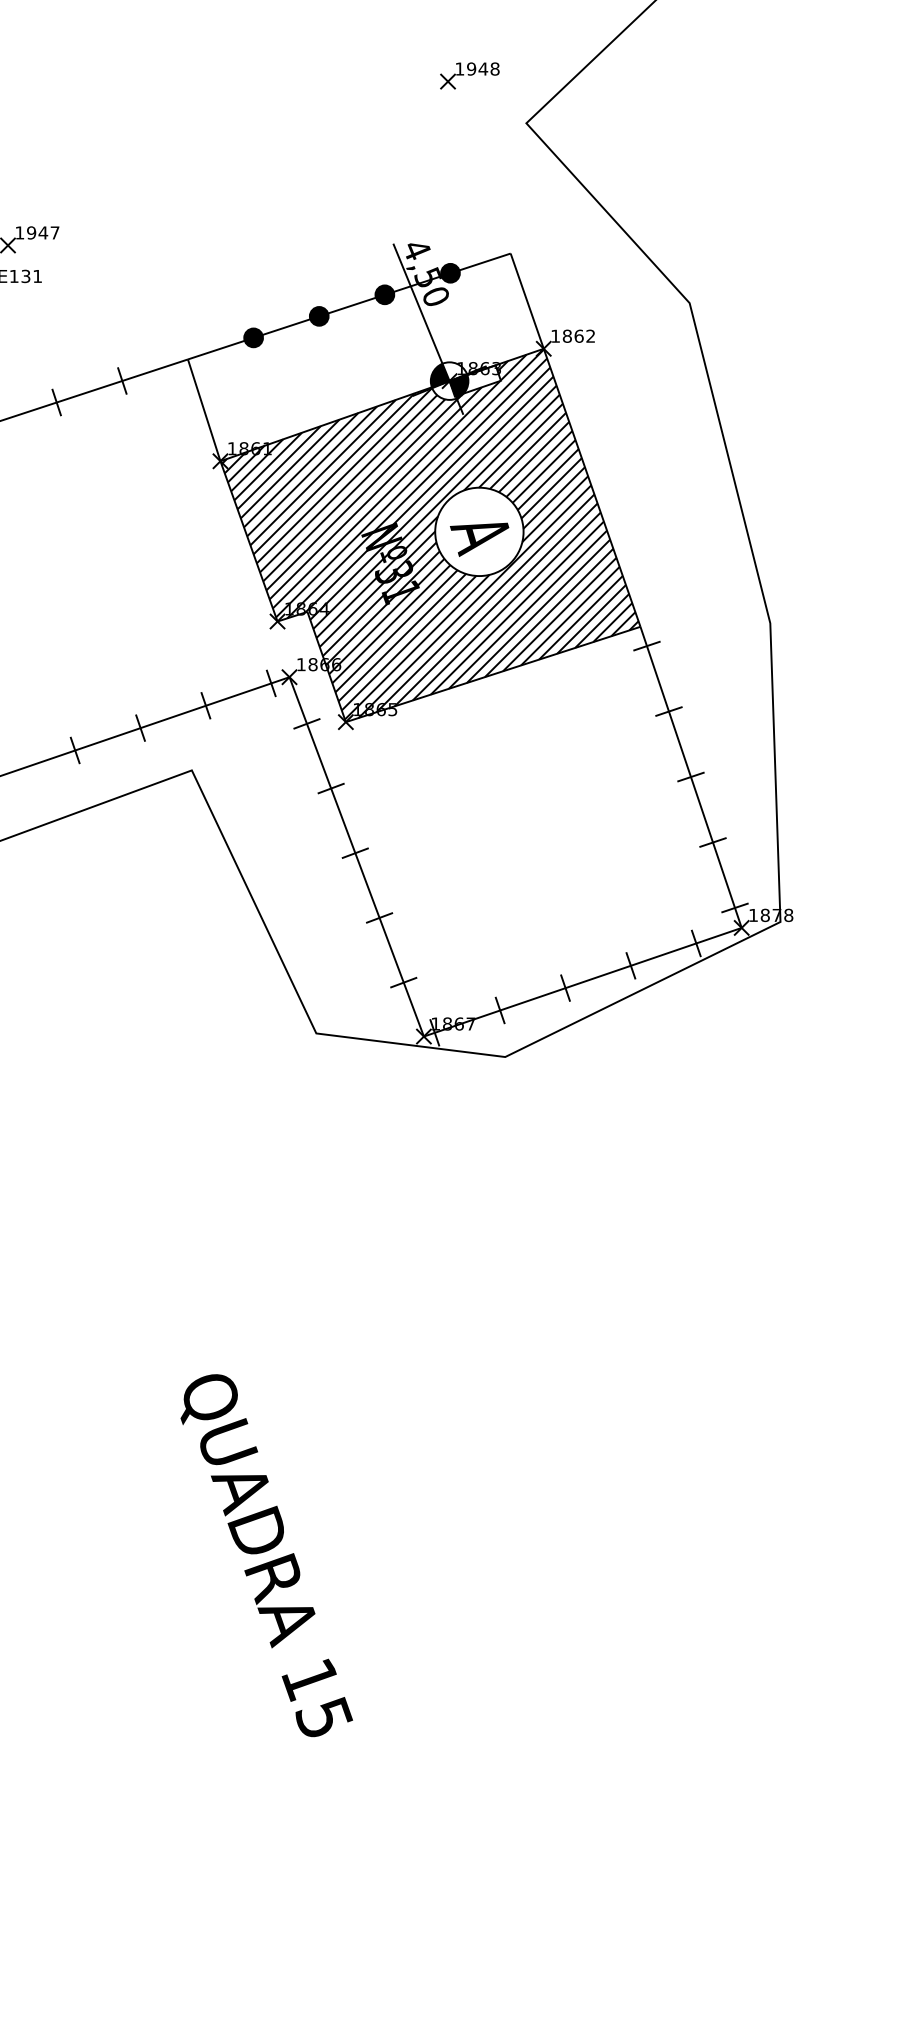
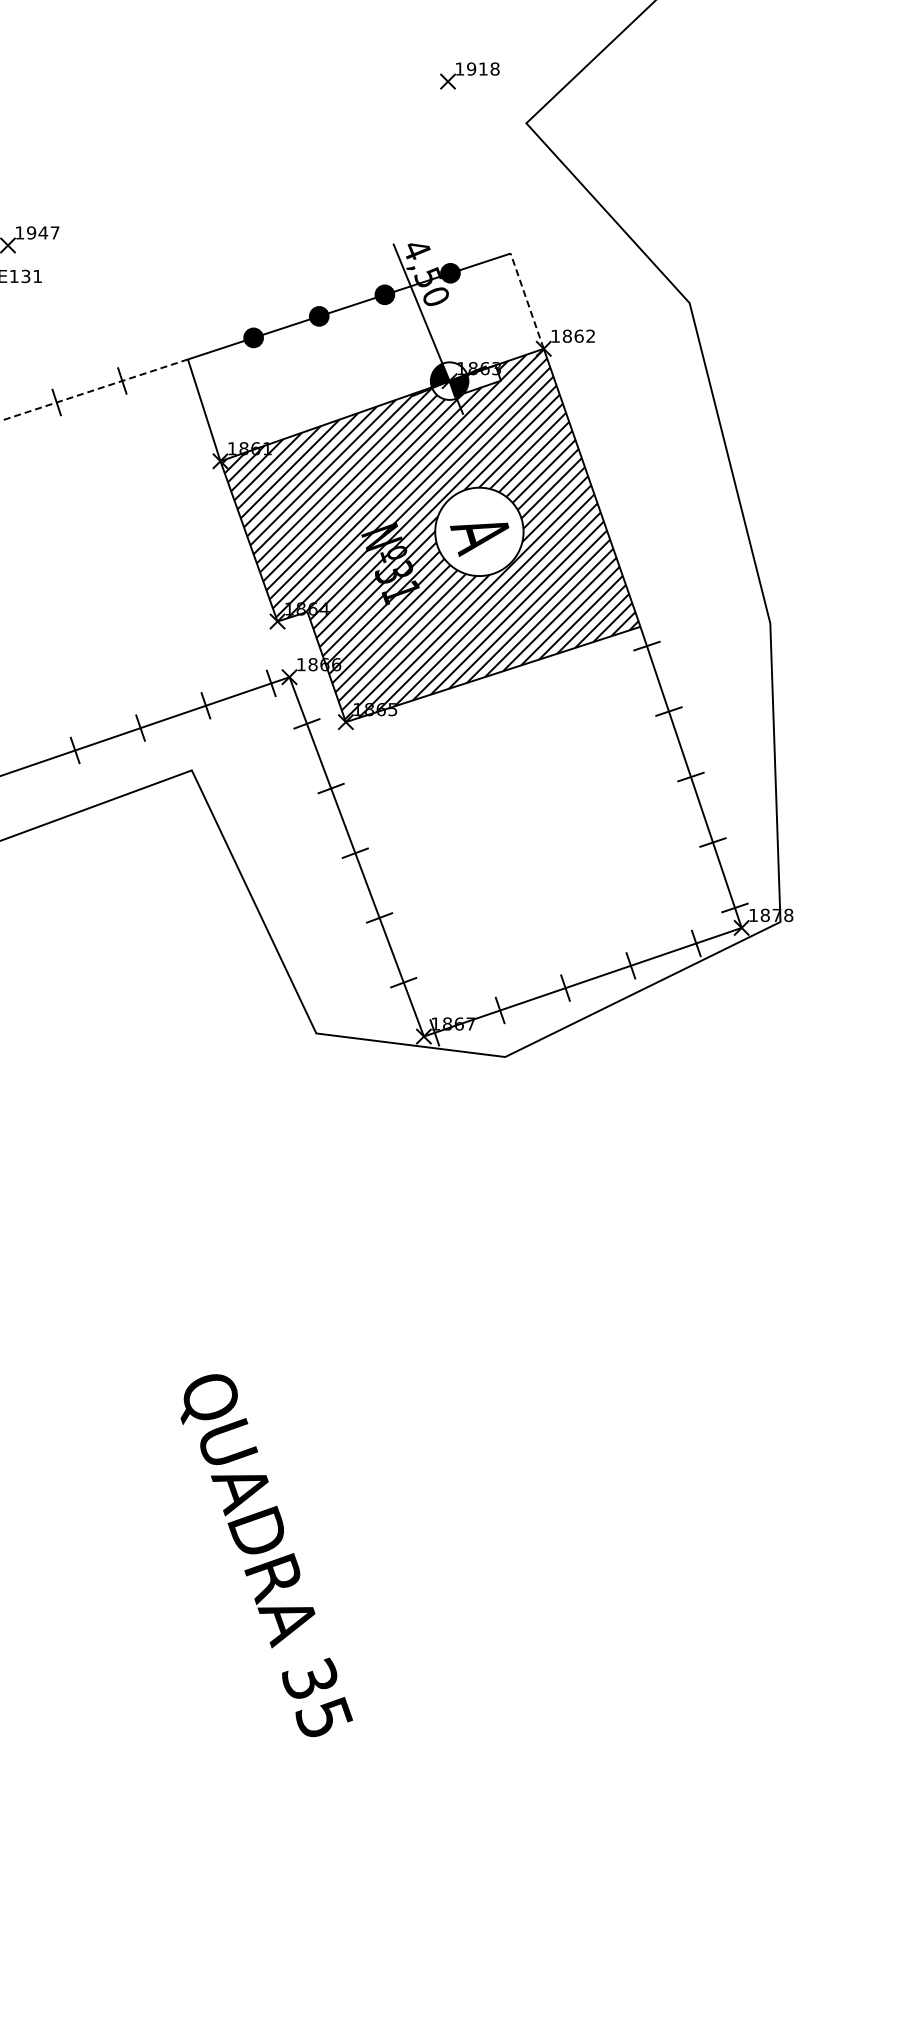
text at (483, 68): 1948 -> 1918
line at (527, 300): solid -> dashed
line at (94, 390): solid -> dashed
text at (309, 1679): 15 -> 35
